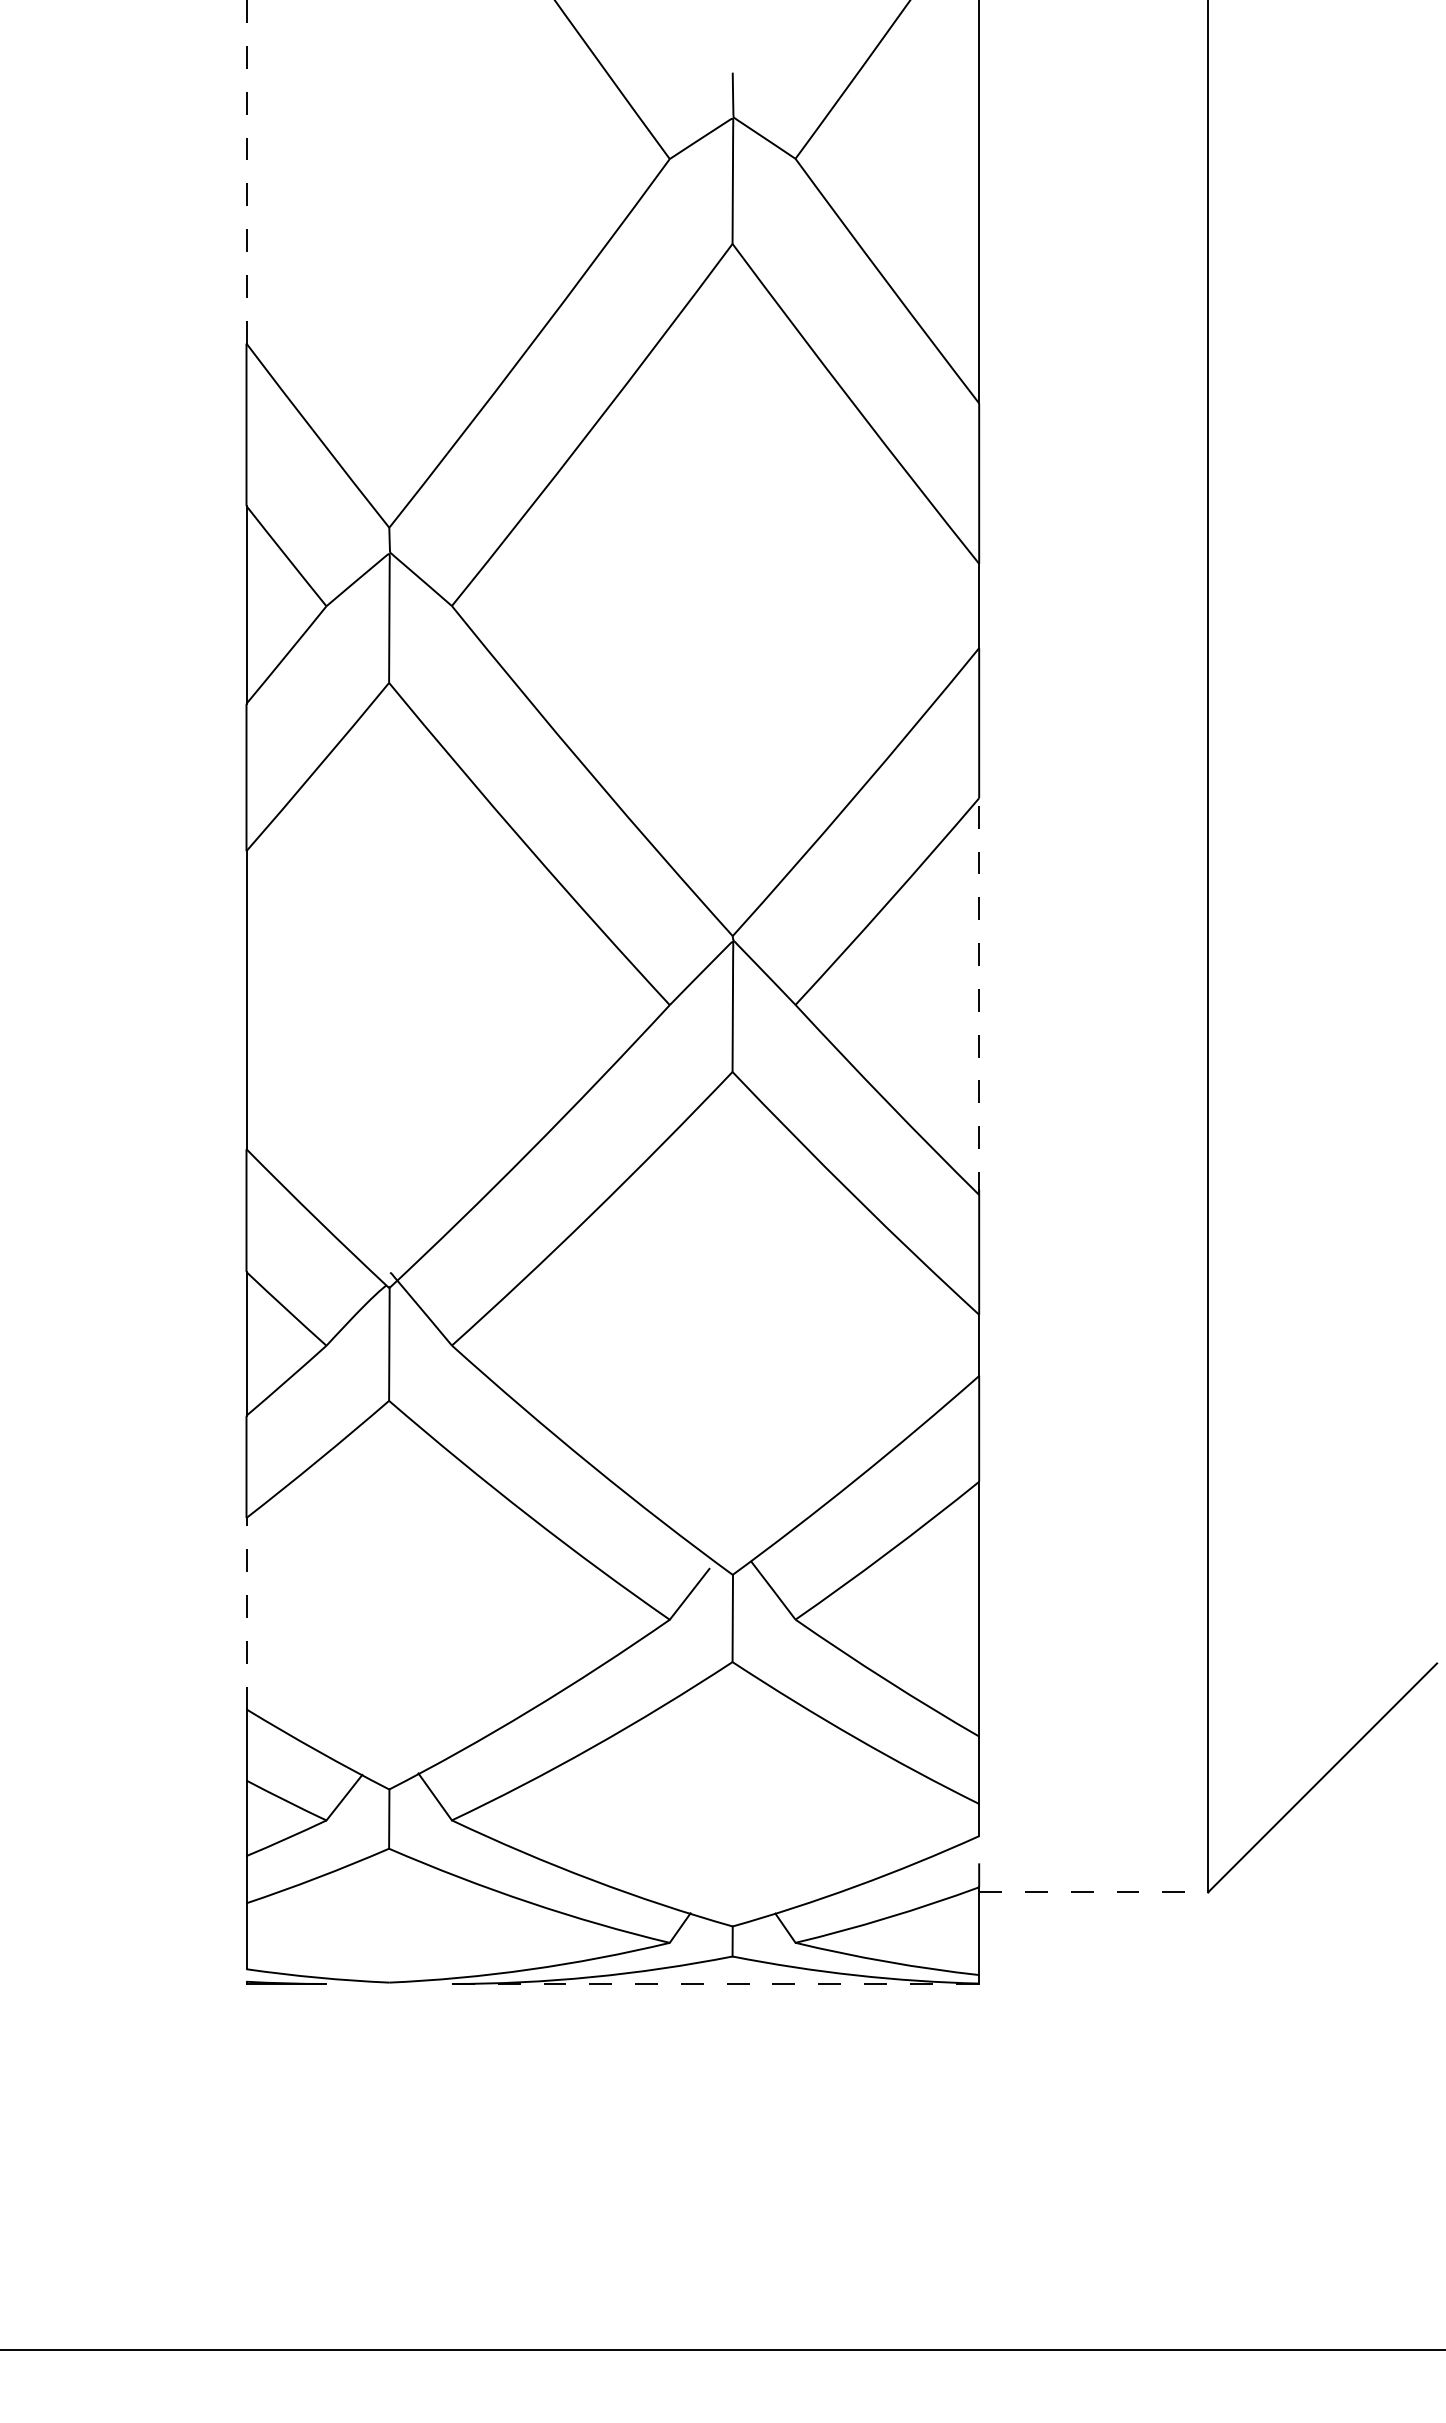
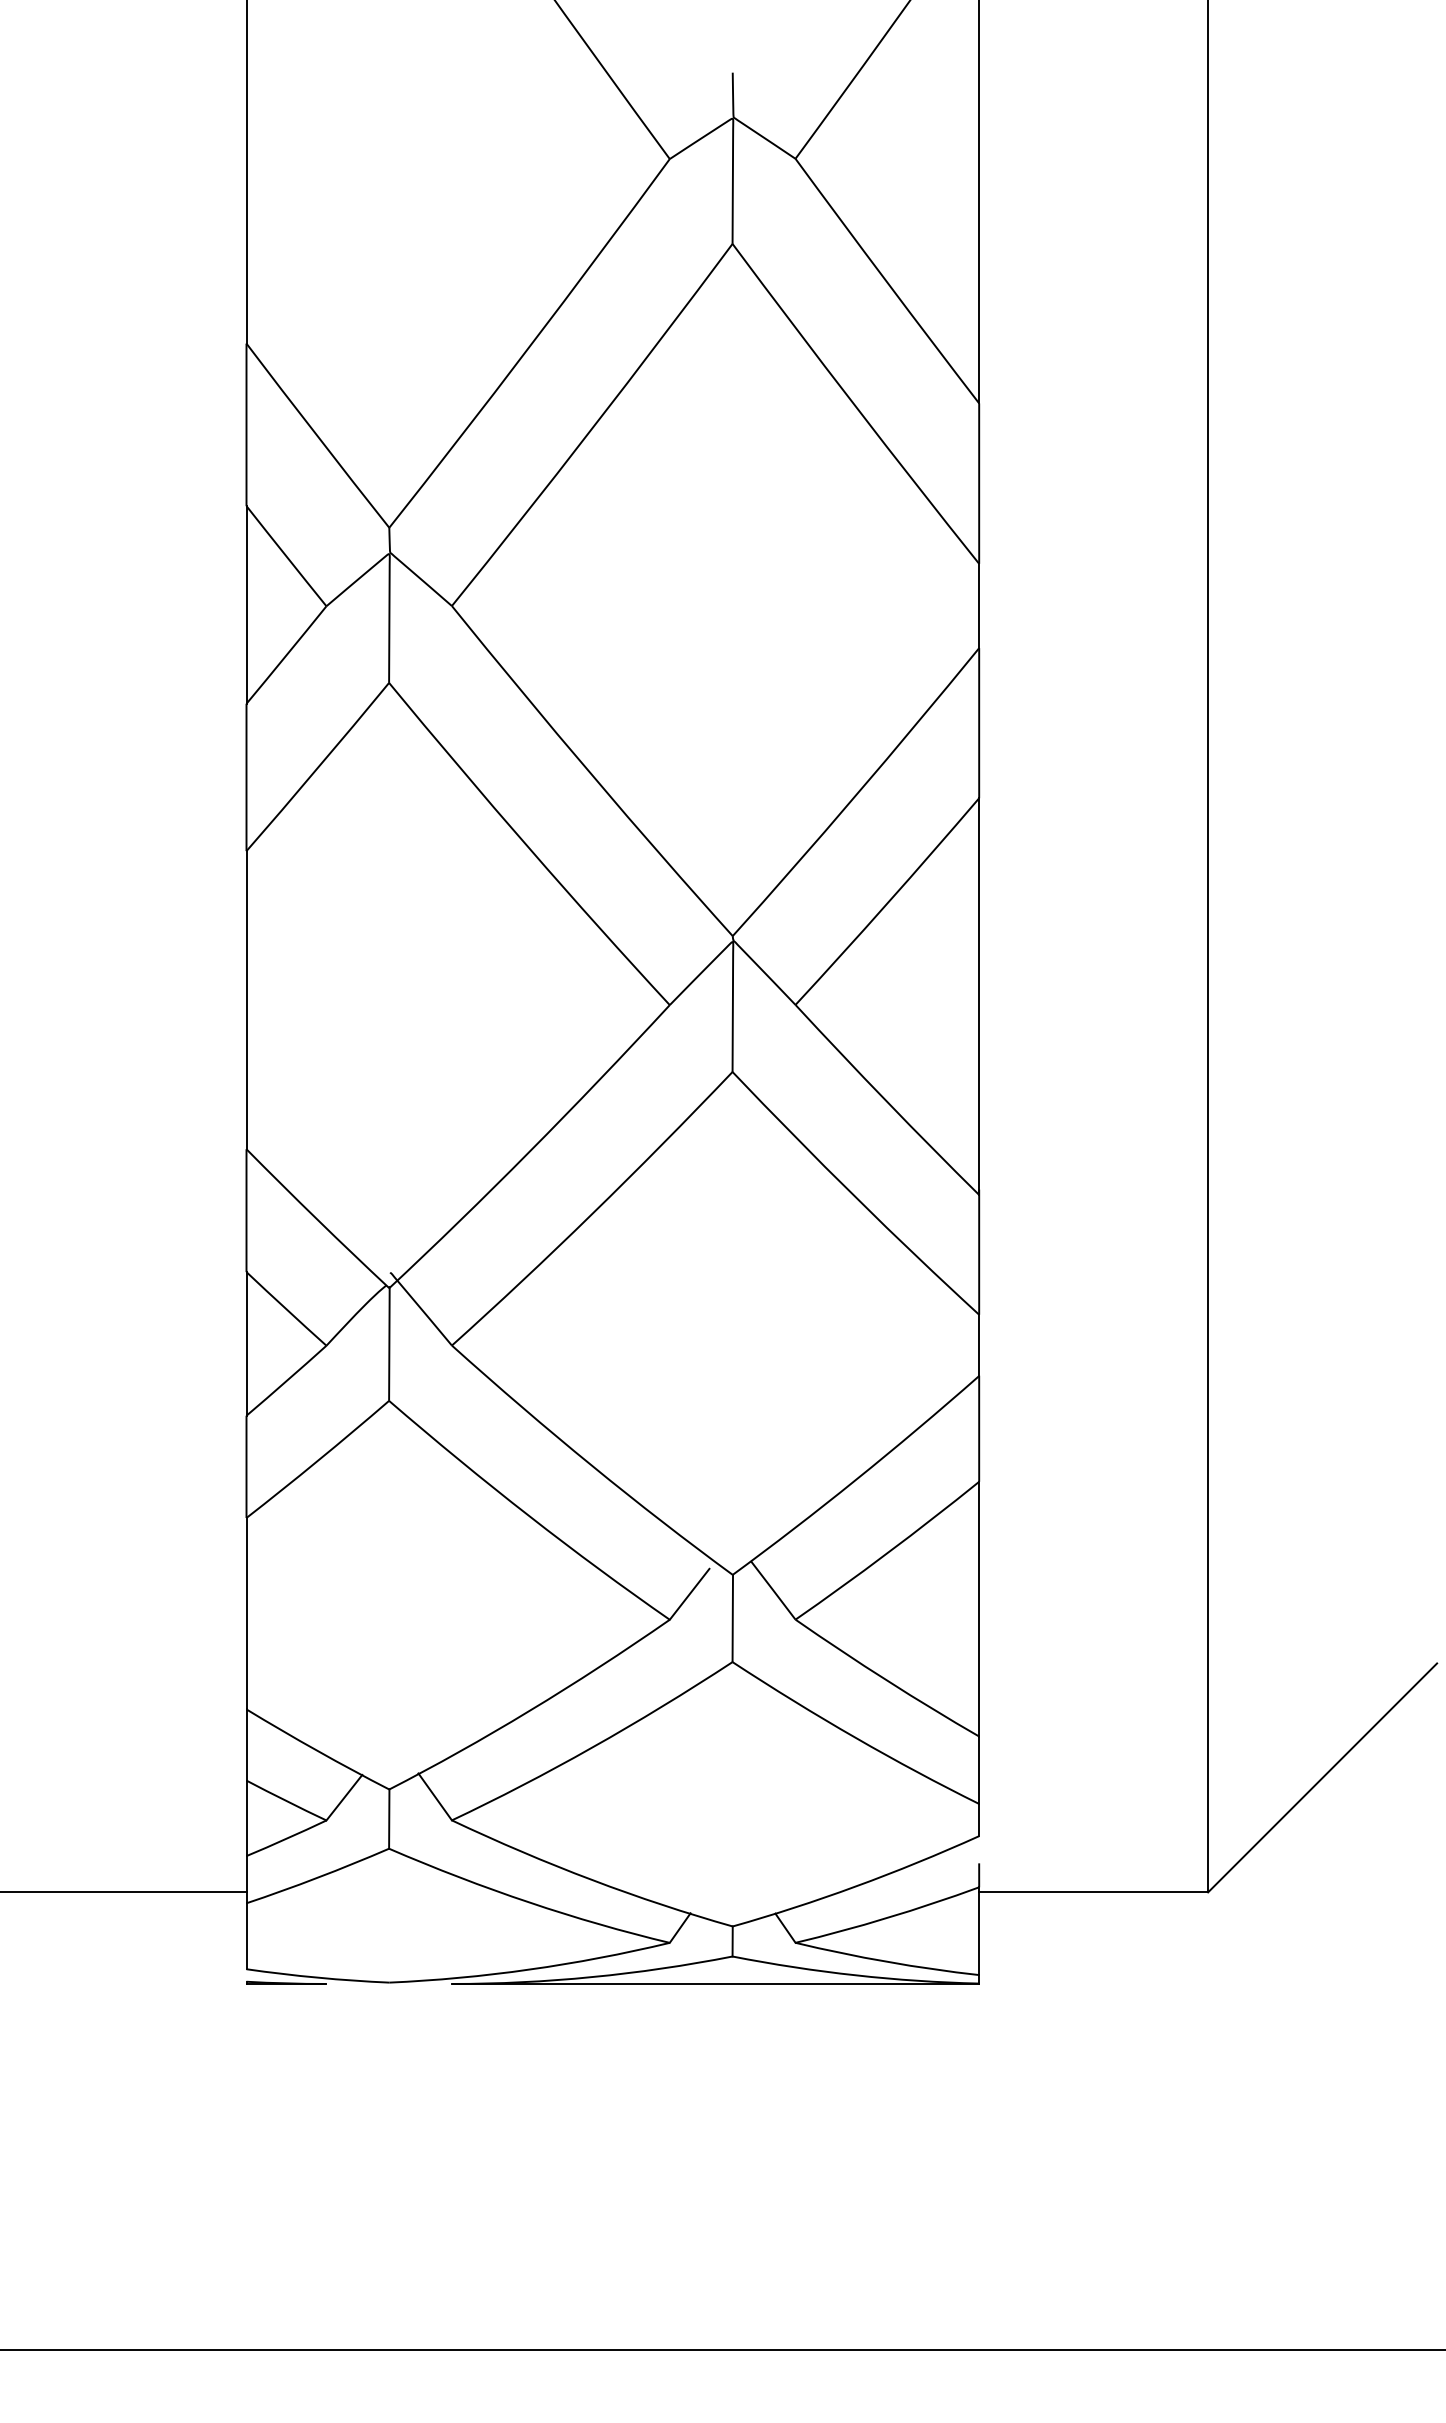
line at (246, 171): dashed -> solid
line at (979, 996): dashed -> solid
line at (246, 1613): dashed -> solid
line at (124, 1892): none -> present
line at (1094, 1892): dashed -> solid
line at (715, 1983): dashed -> solid
